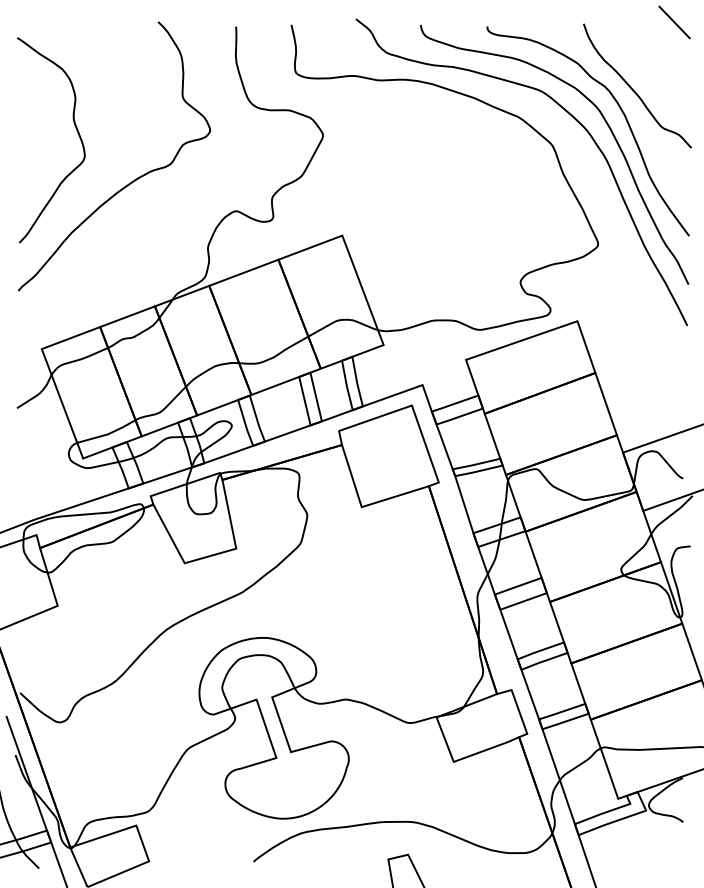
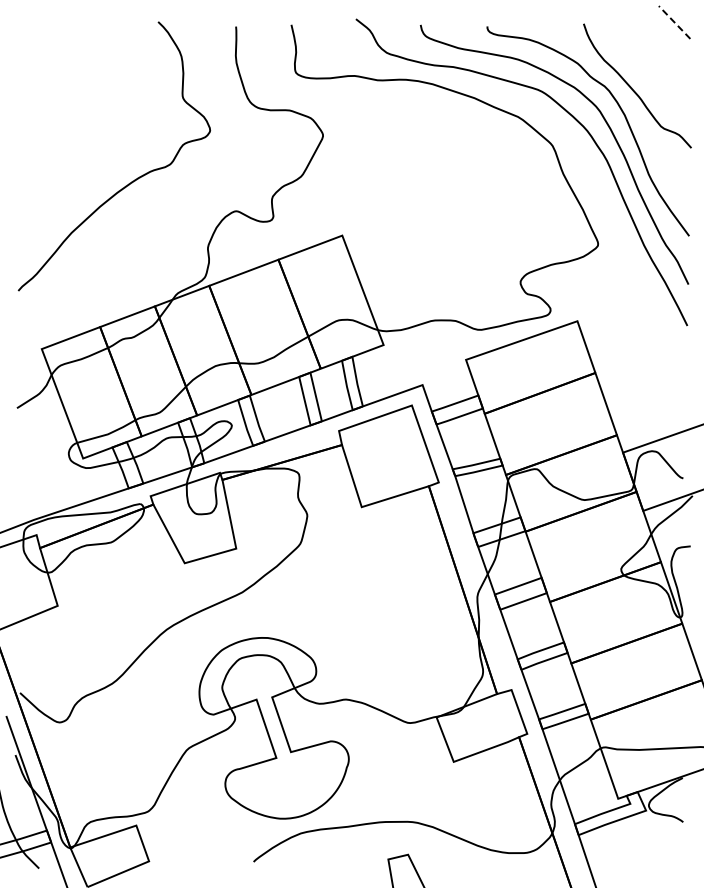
line at (674, 22): solid -> dashed
curve at (75, 128): present -> none
